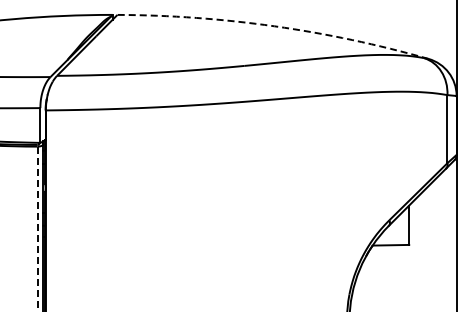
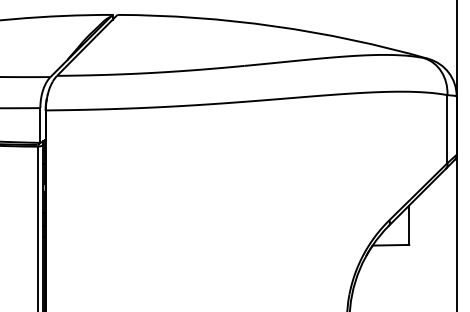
arc at (274, 26): dashed -> solid
line at (37, 229): dashed -> solid
